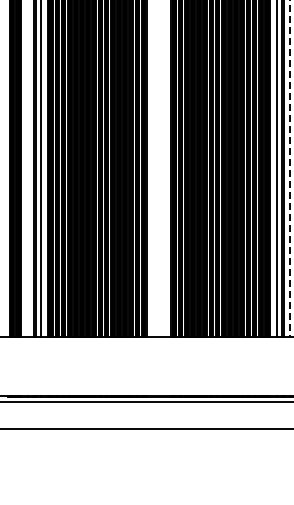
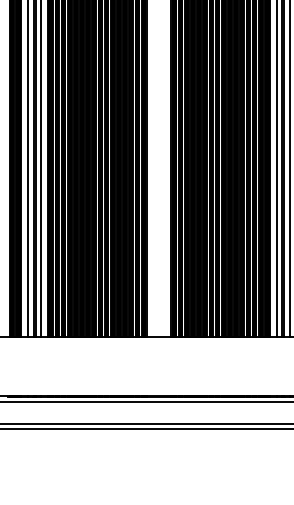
line at (28, 169): none -> present
line at (289, 169): dashed -> solid
line at (146, 423): none -> present
